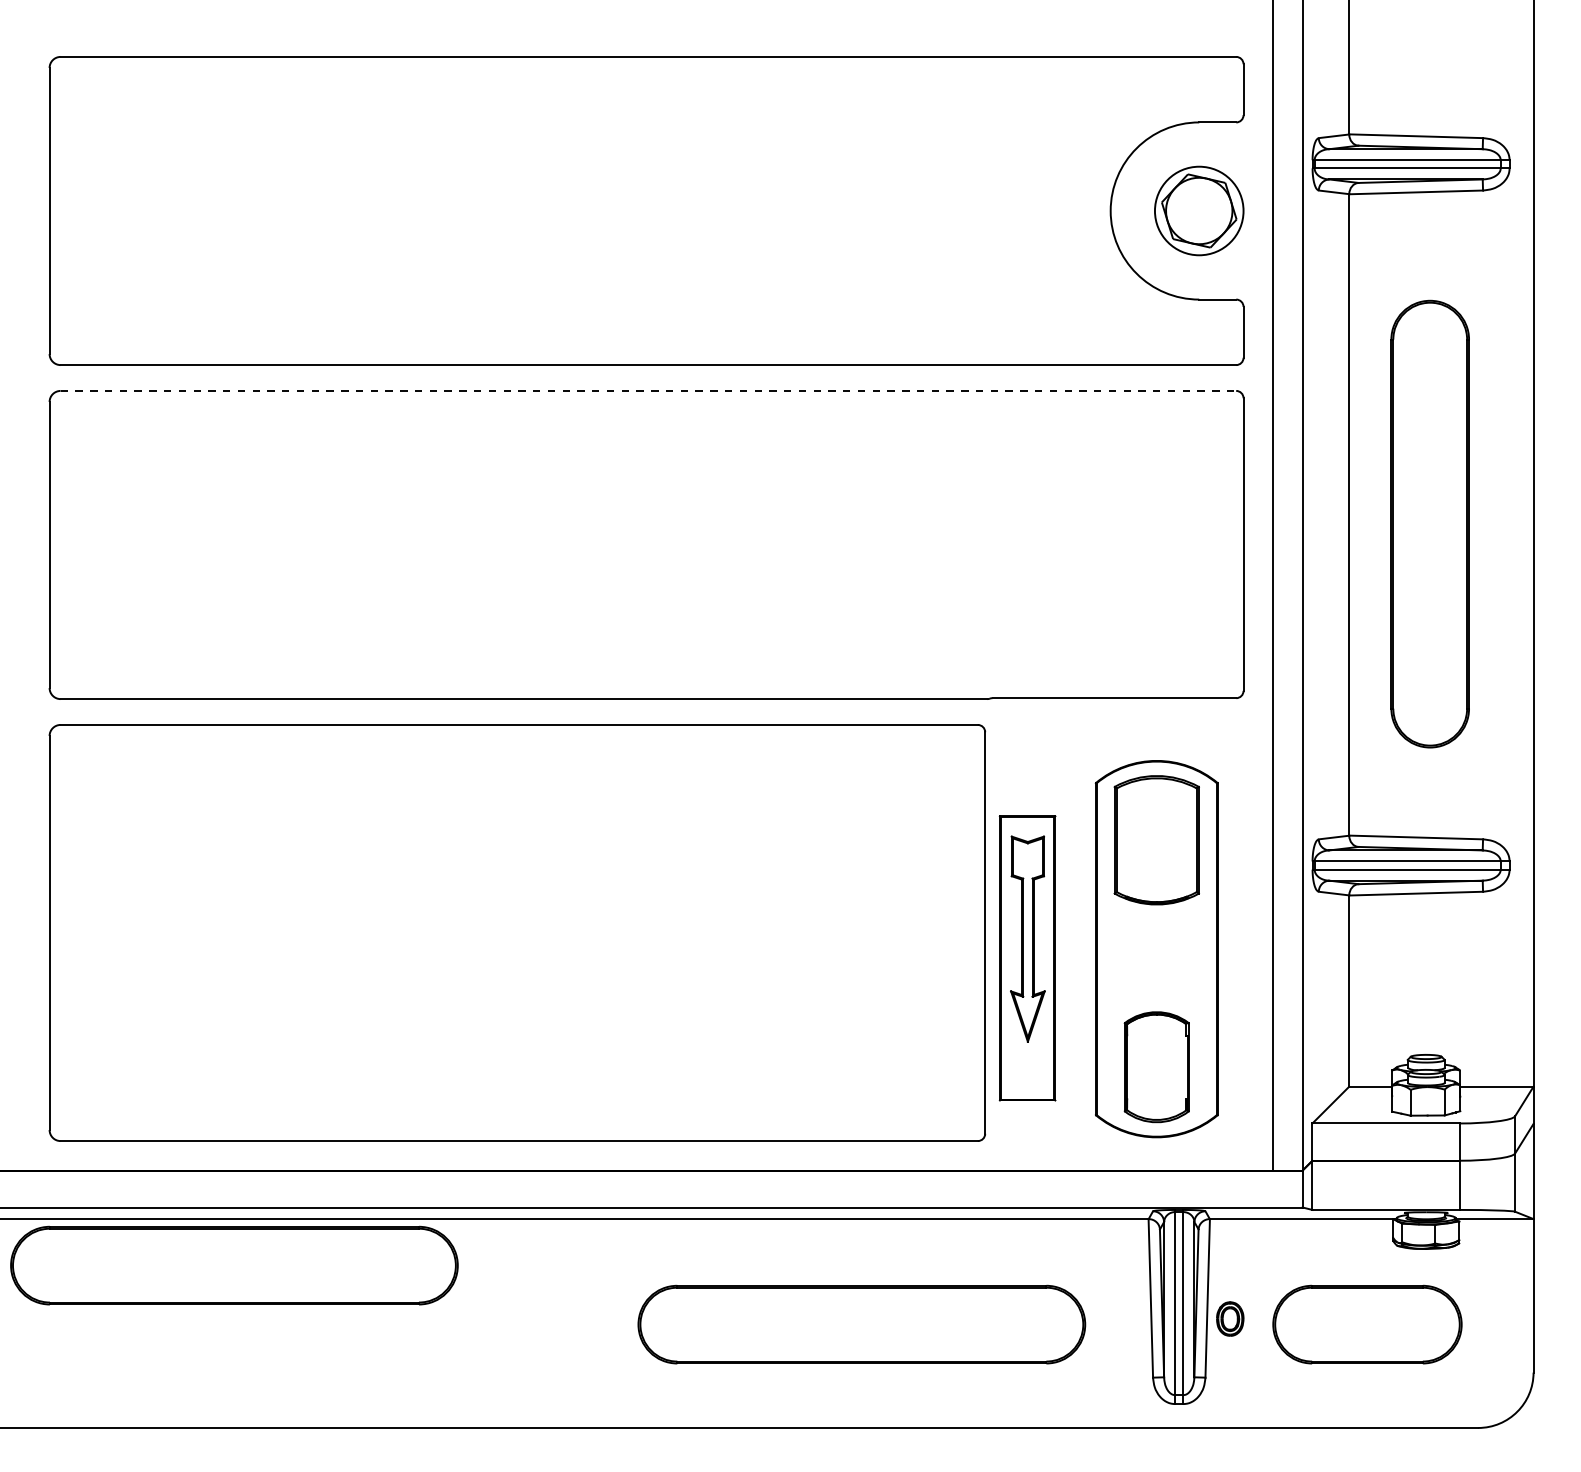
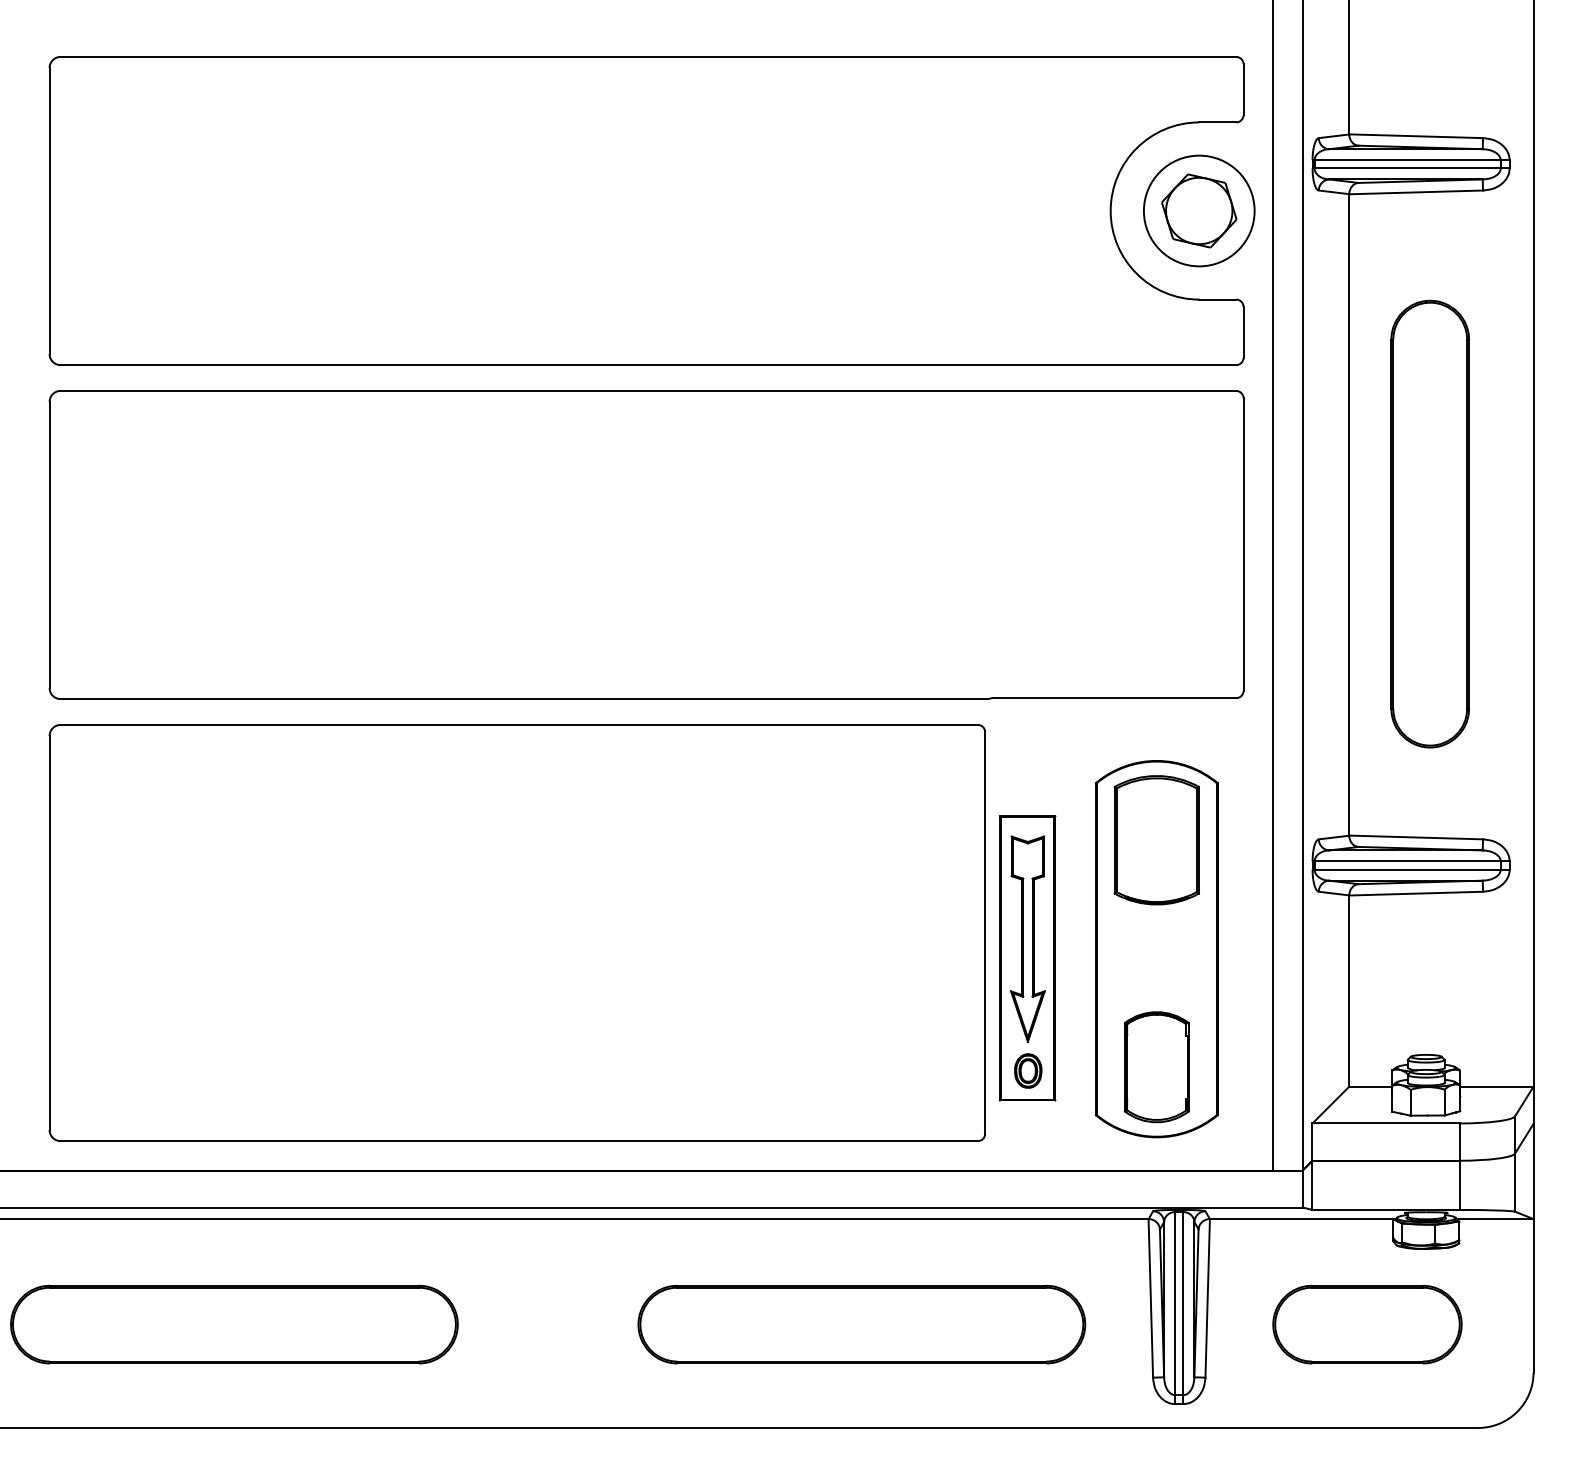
circle at (1198, 210) diameter: 89 px -> 111 px
line at (648, 390): dashed -> solid
part at (234, 1265) position: (234, 1265) -> (234, 1324)
part at (1230, 1318) position: (1230, 1318) -> (1028, 1070)
